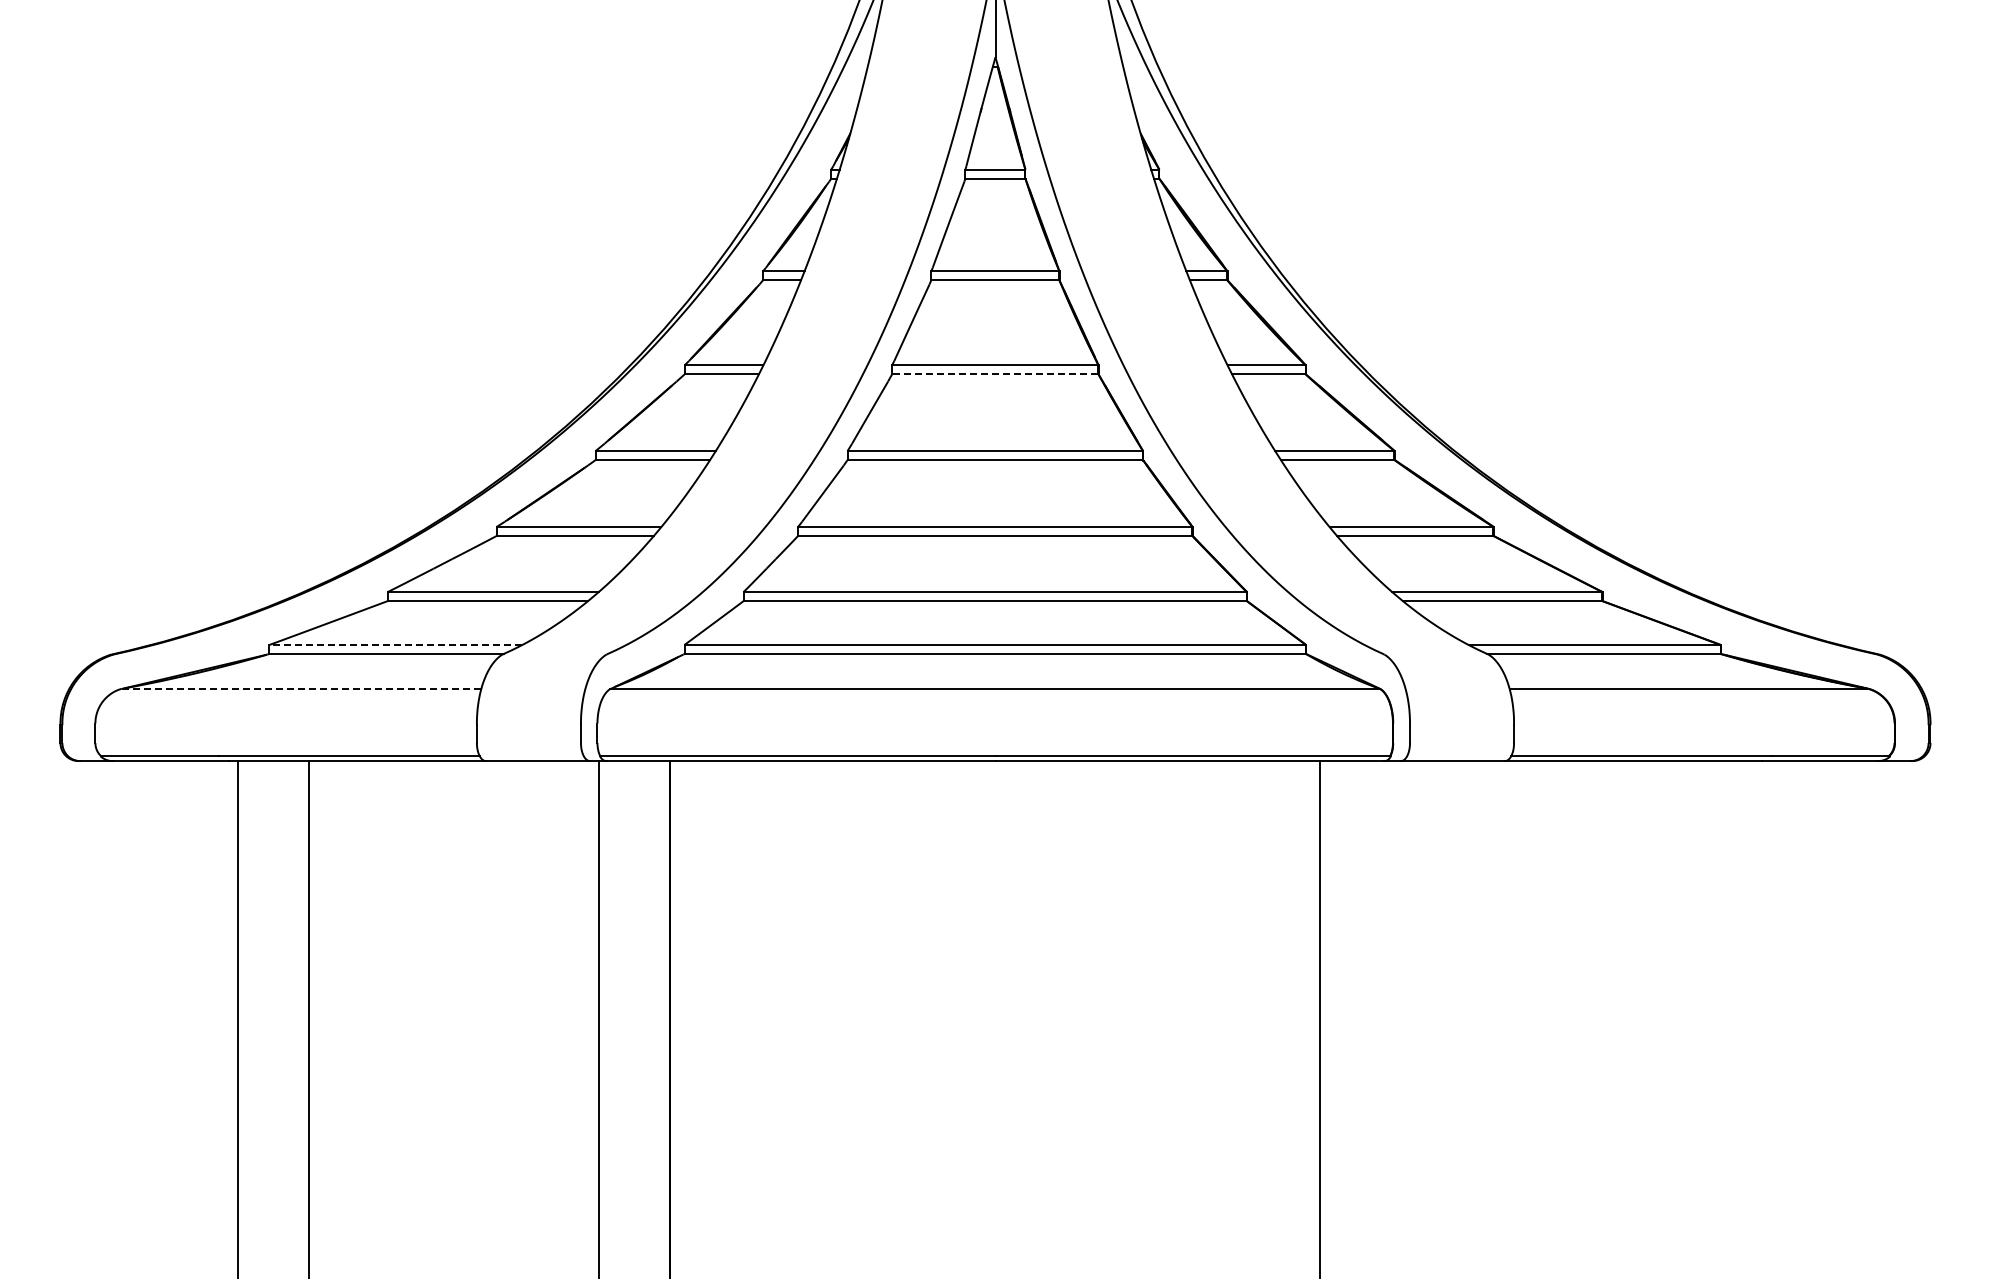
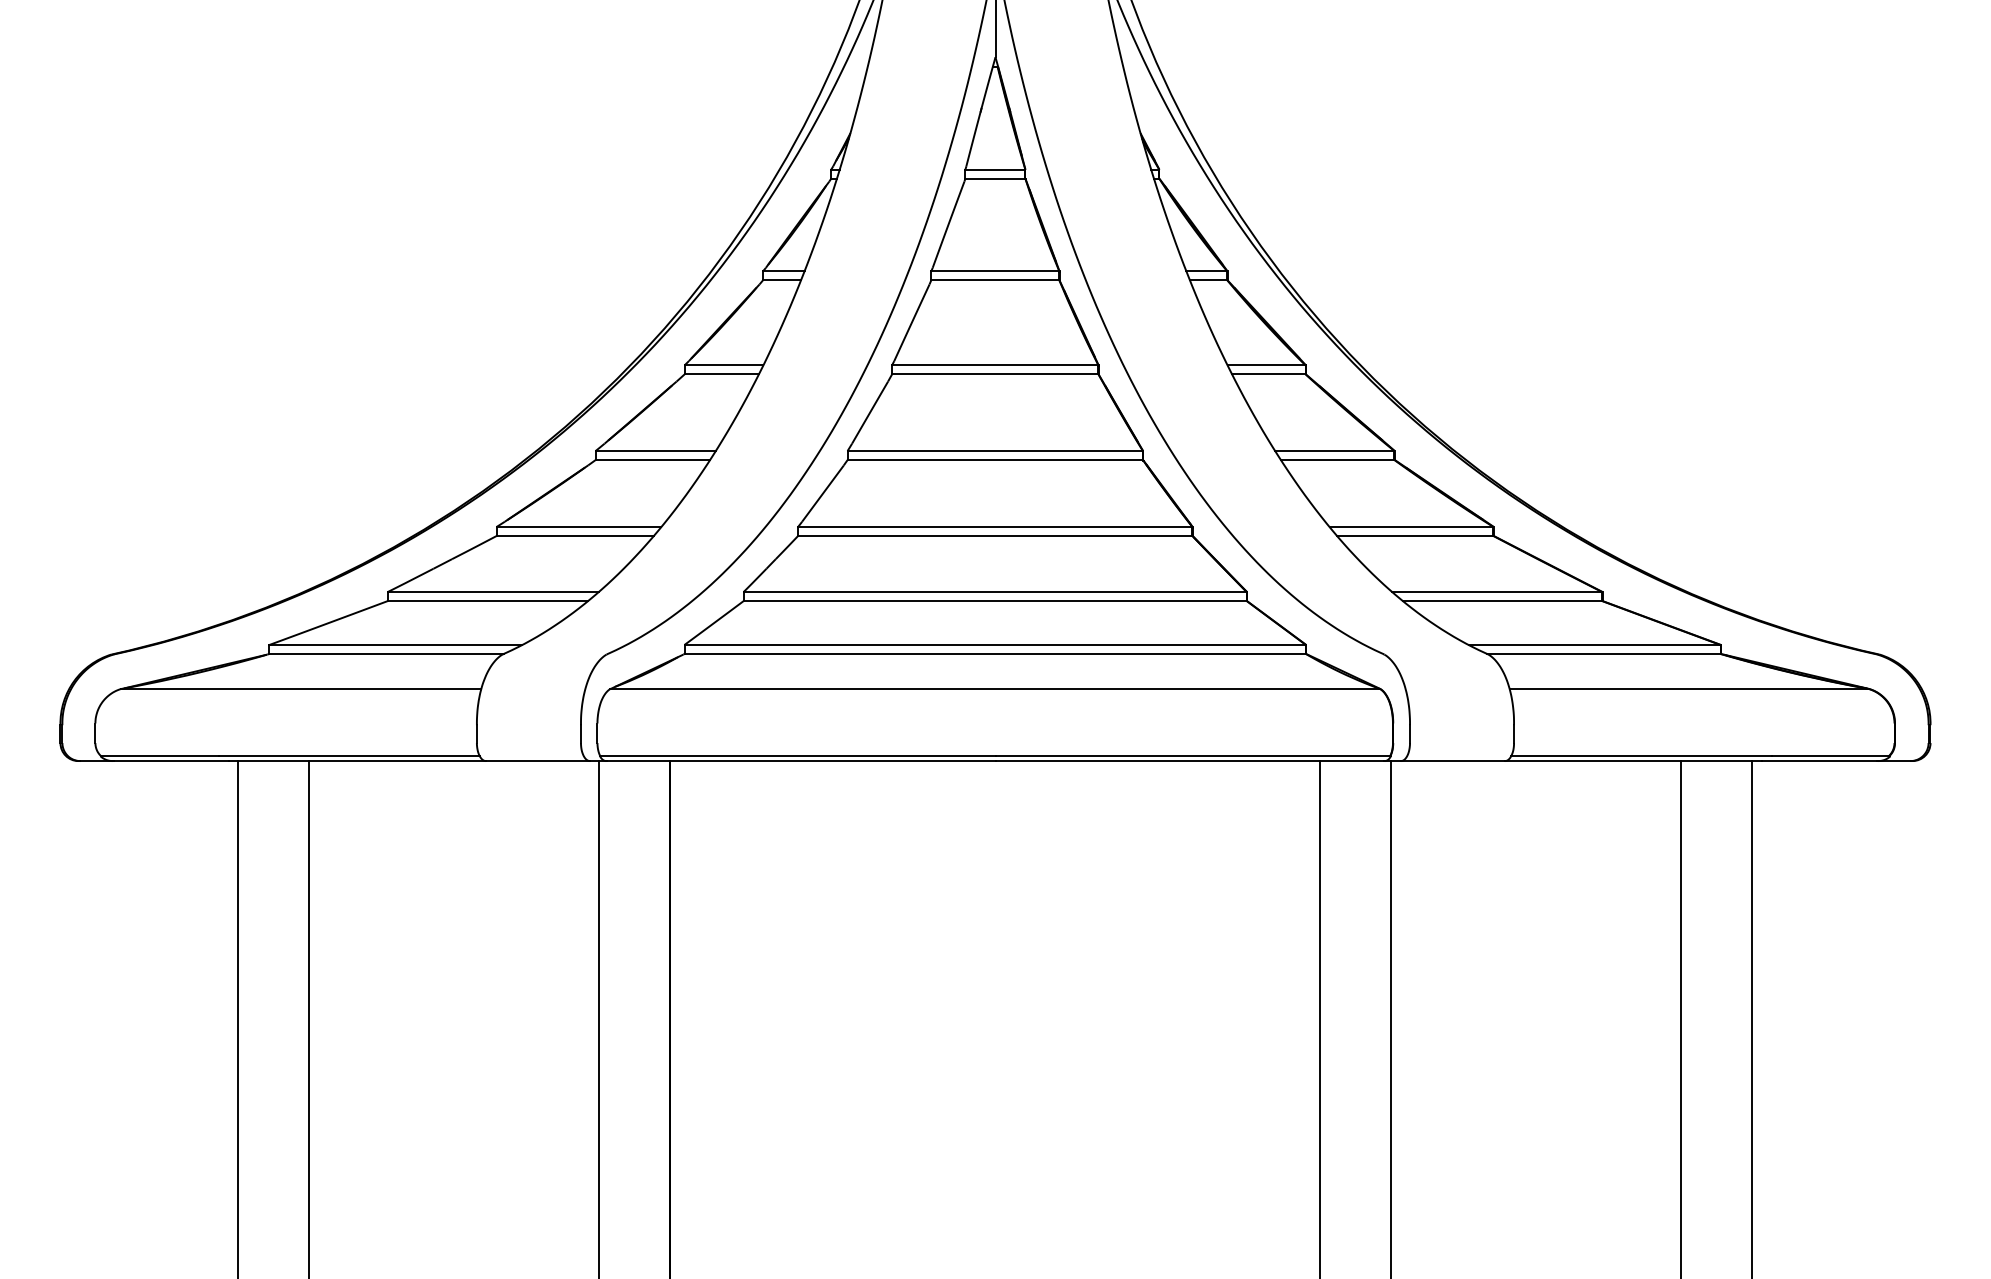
line at (994, 374): dashed -> solid
line at (395, 644): dashed -> solid
line at (300, 688): dashed -> solid
line at (1391, 1018): none -> present
line at (1681, 1018): none -> present
line at (1752, 1018): none -> present
